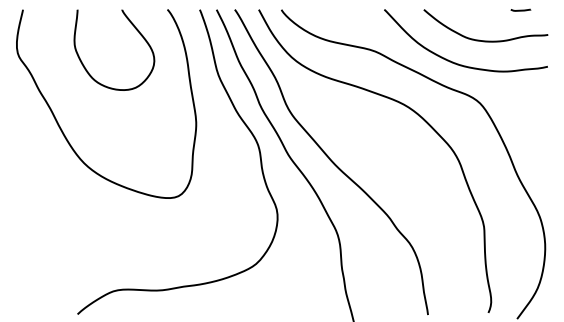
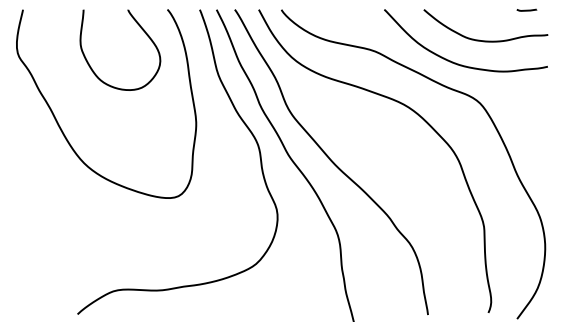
line at (520, 9) position: (520, 9) -> (526, 9)
curve at (134, 28) position: (134, 28) -> (140, 28)
